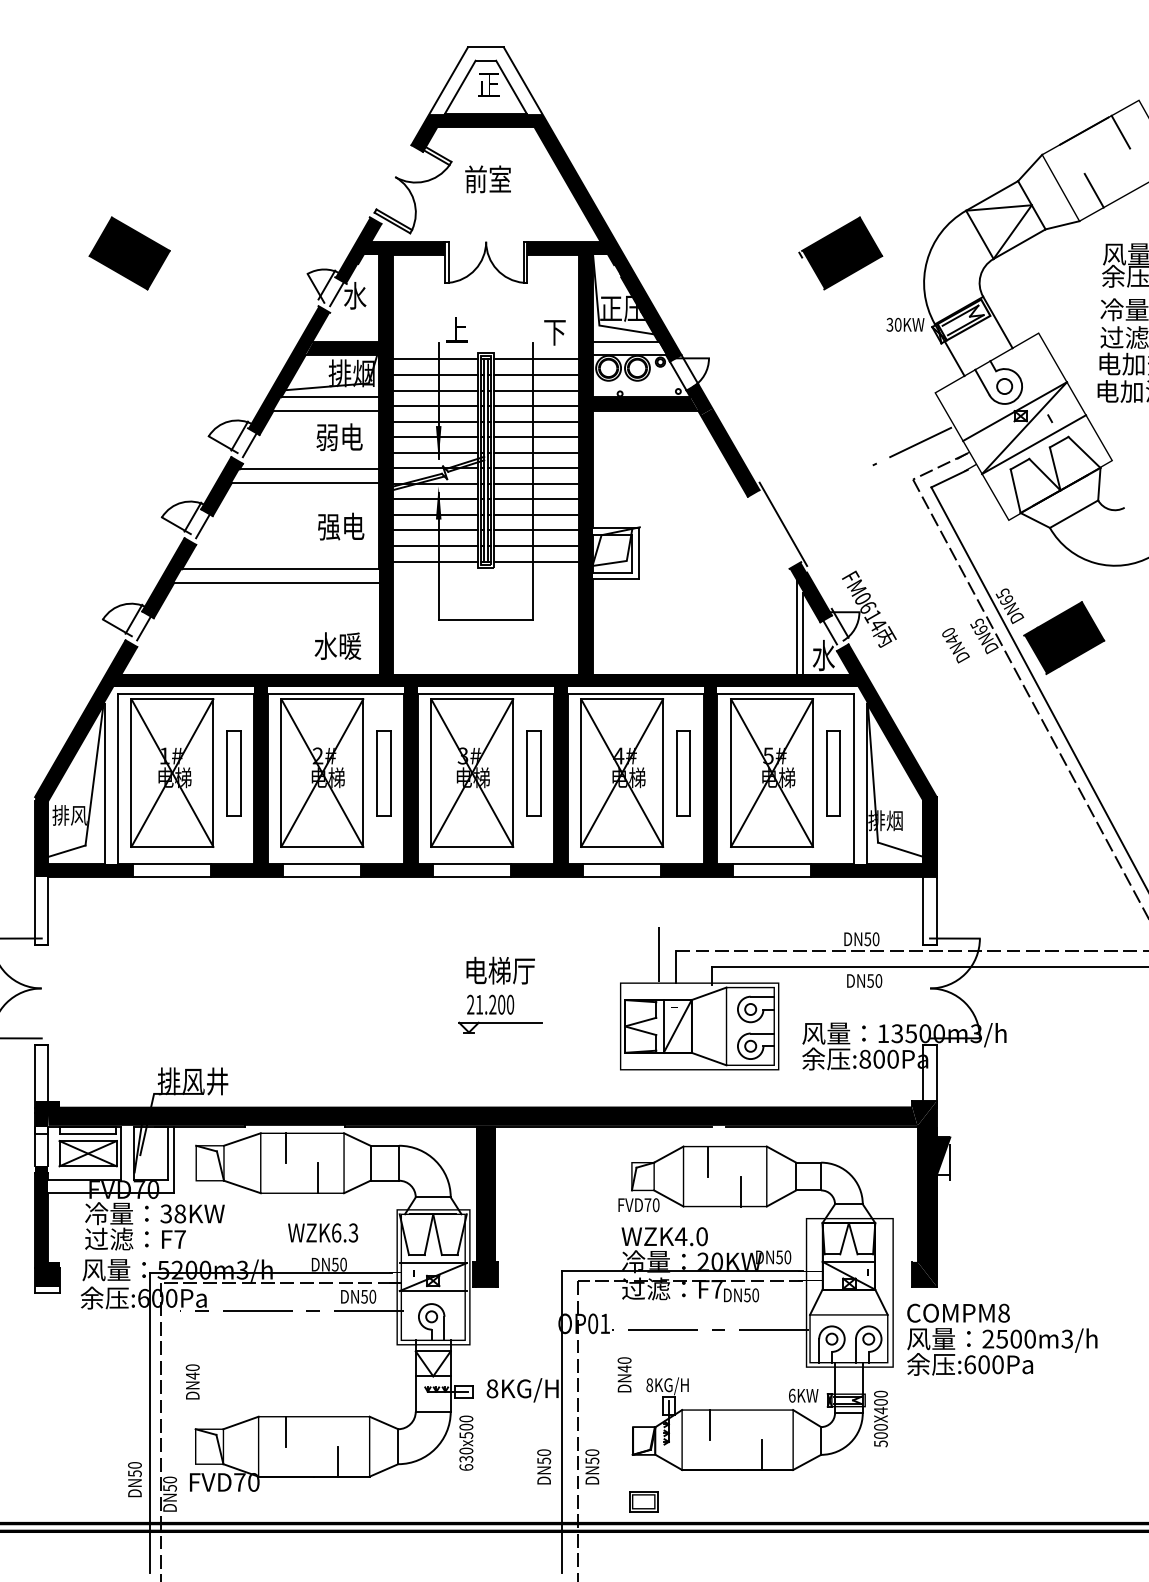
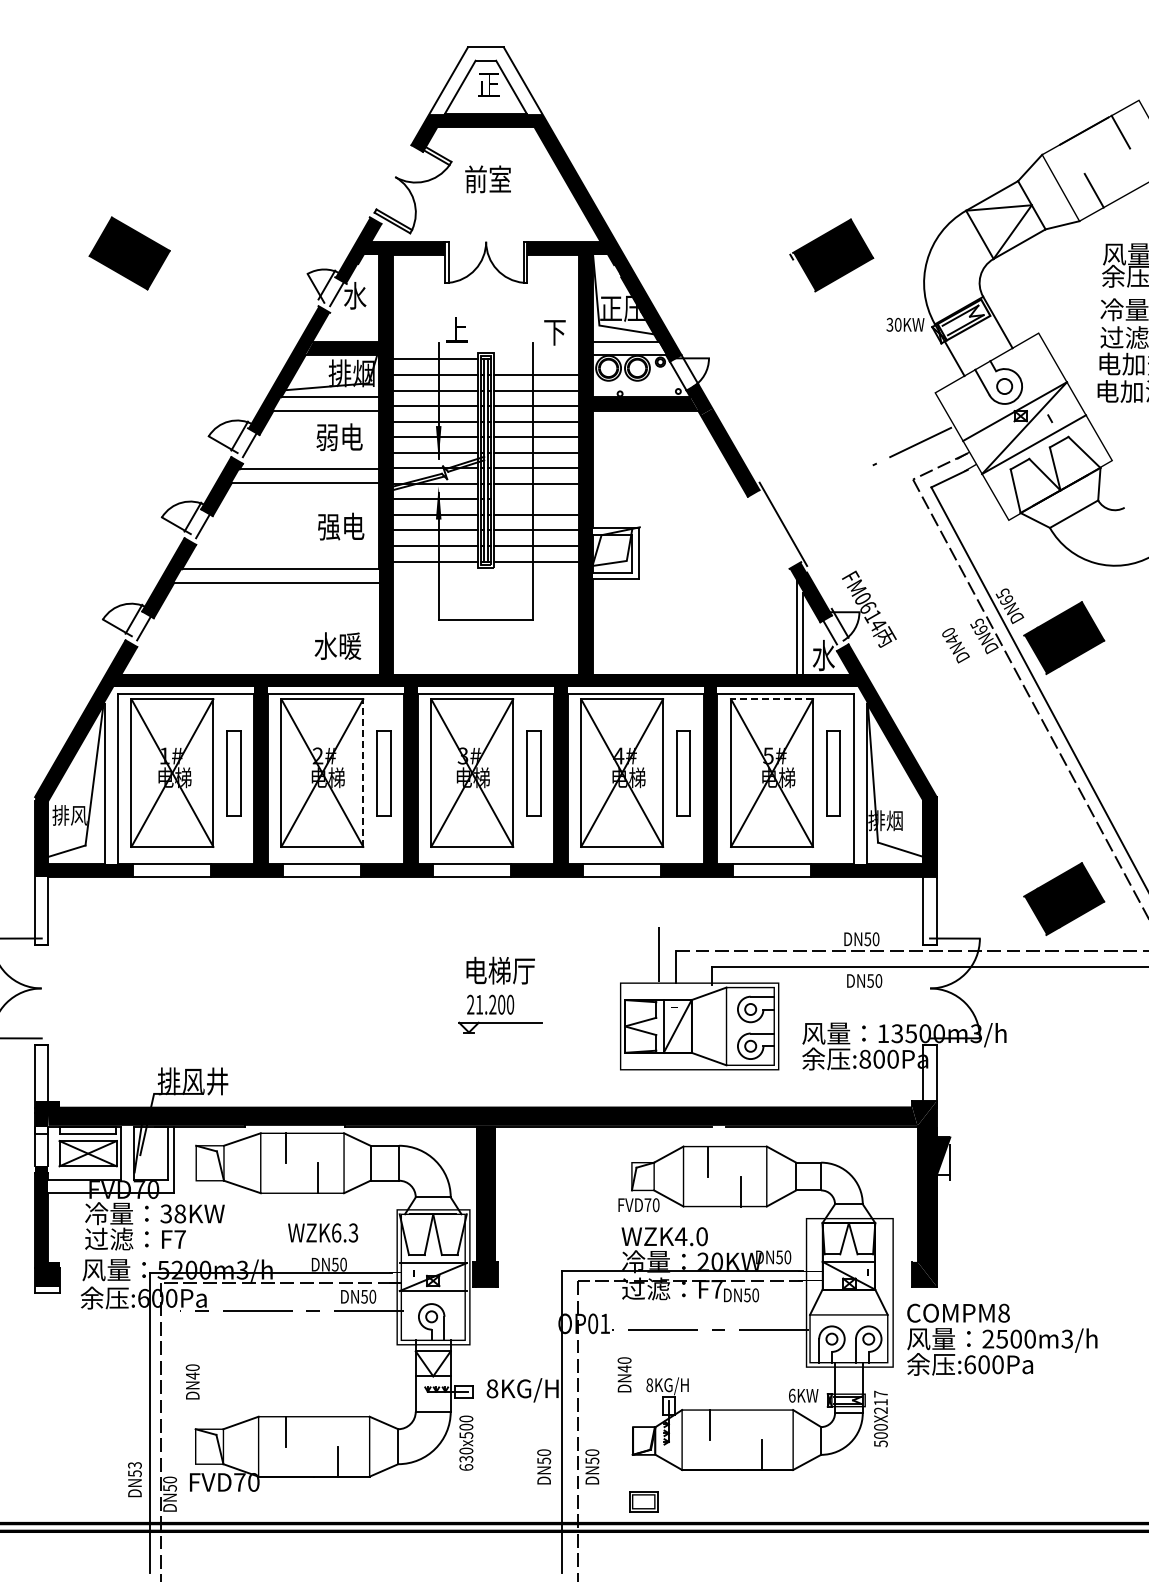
part at (840, 253) position: (840, 253) -> (831, 255)
line at (536, 359): present -> none
line at (536, 499): present -> none
line at (772, 699): solid -> dashed
line at (363, 773): solid -> dashed
part at (1064, 898): none -> present
text at (880, 1402): 500X400 -> 500X217
text at (134, 1465): DN50 -> DN53
